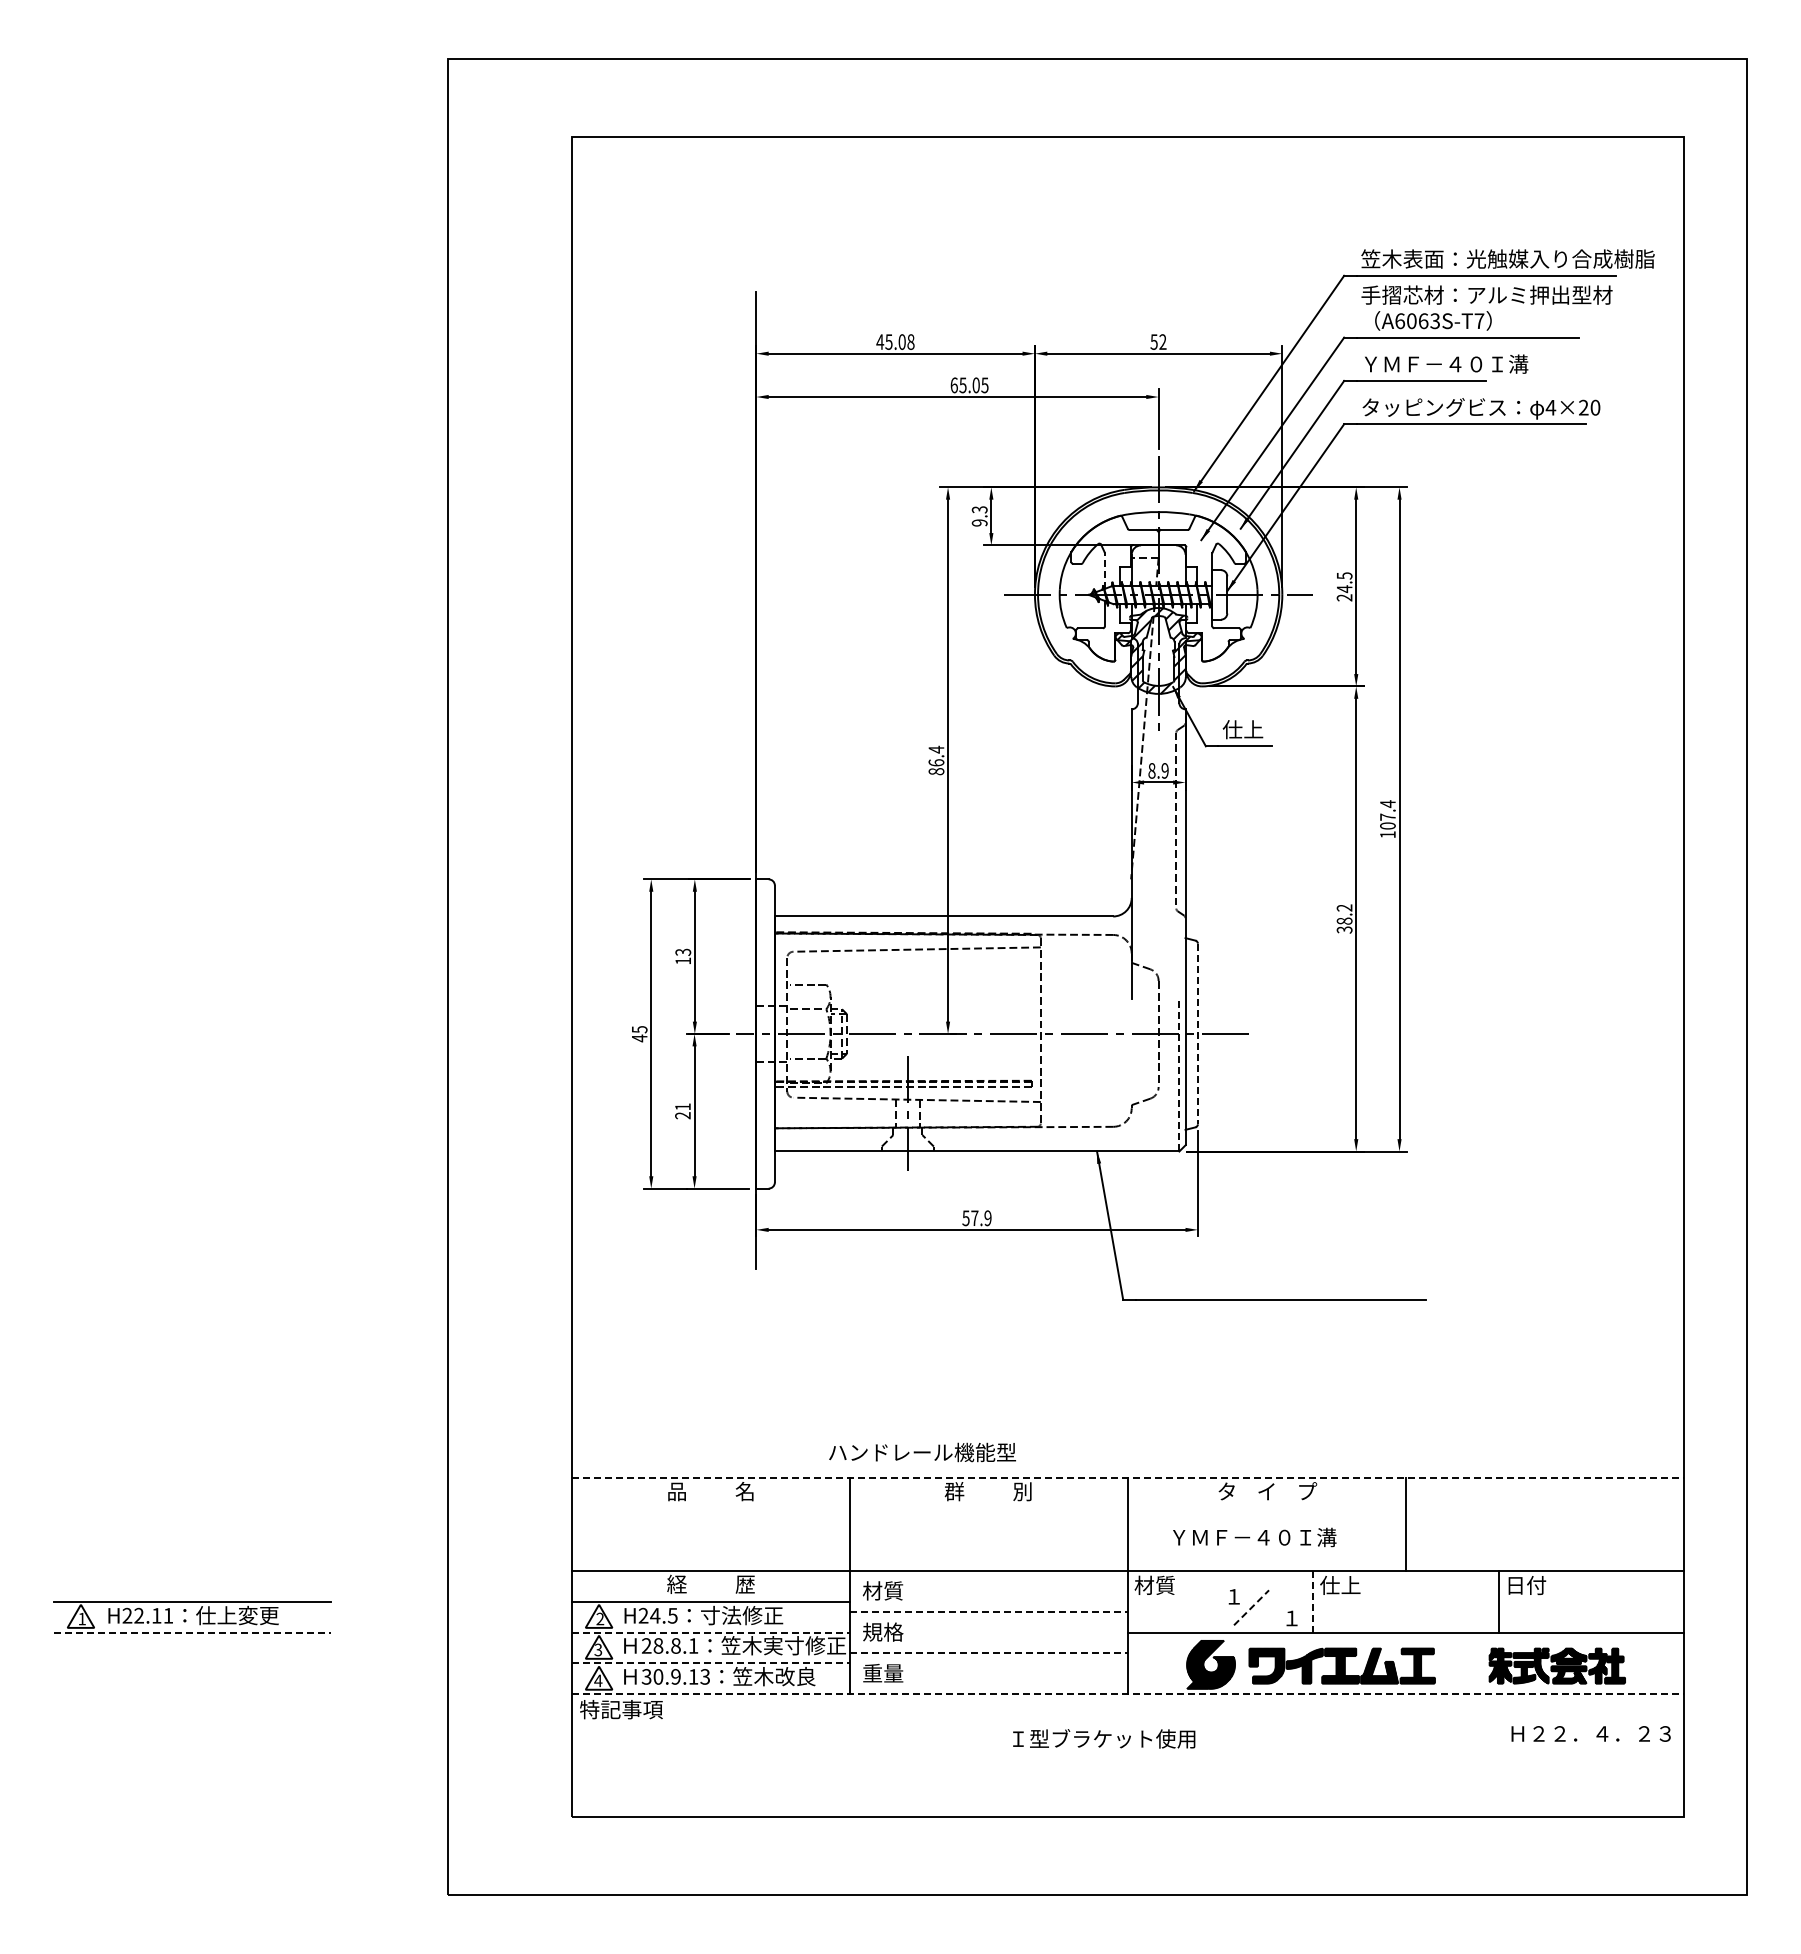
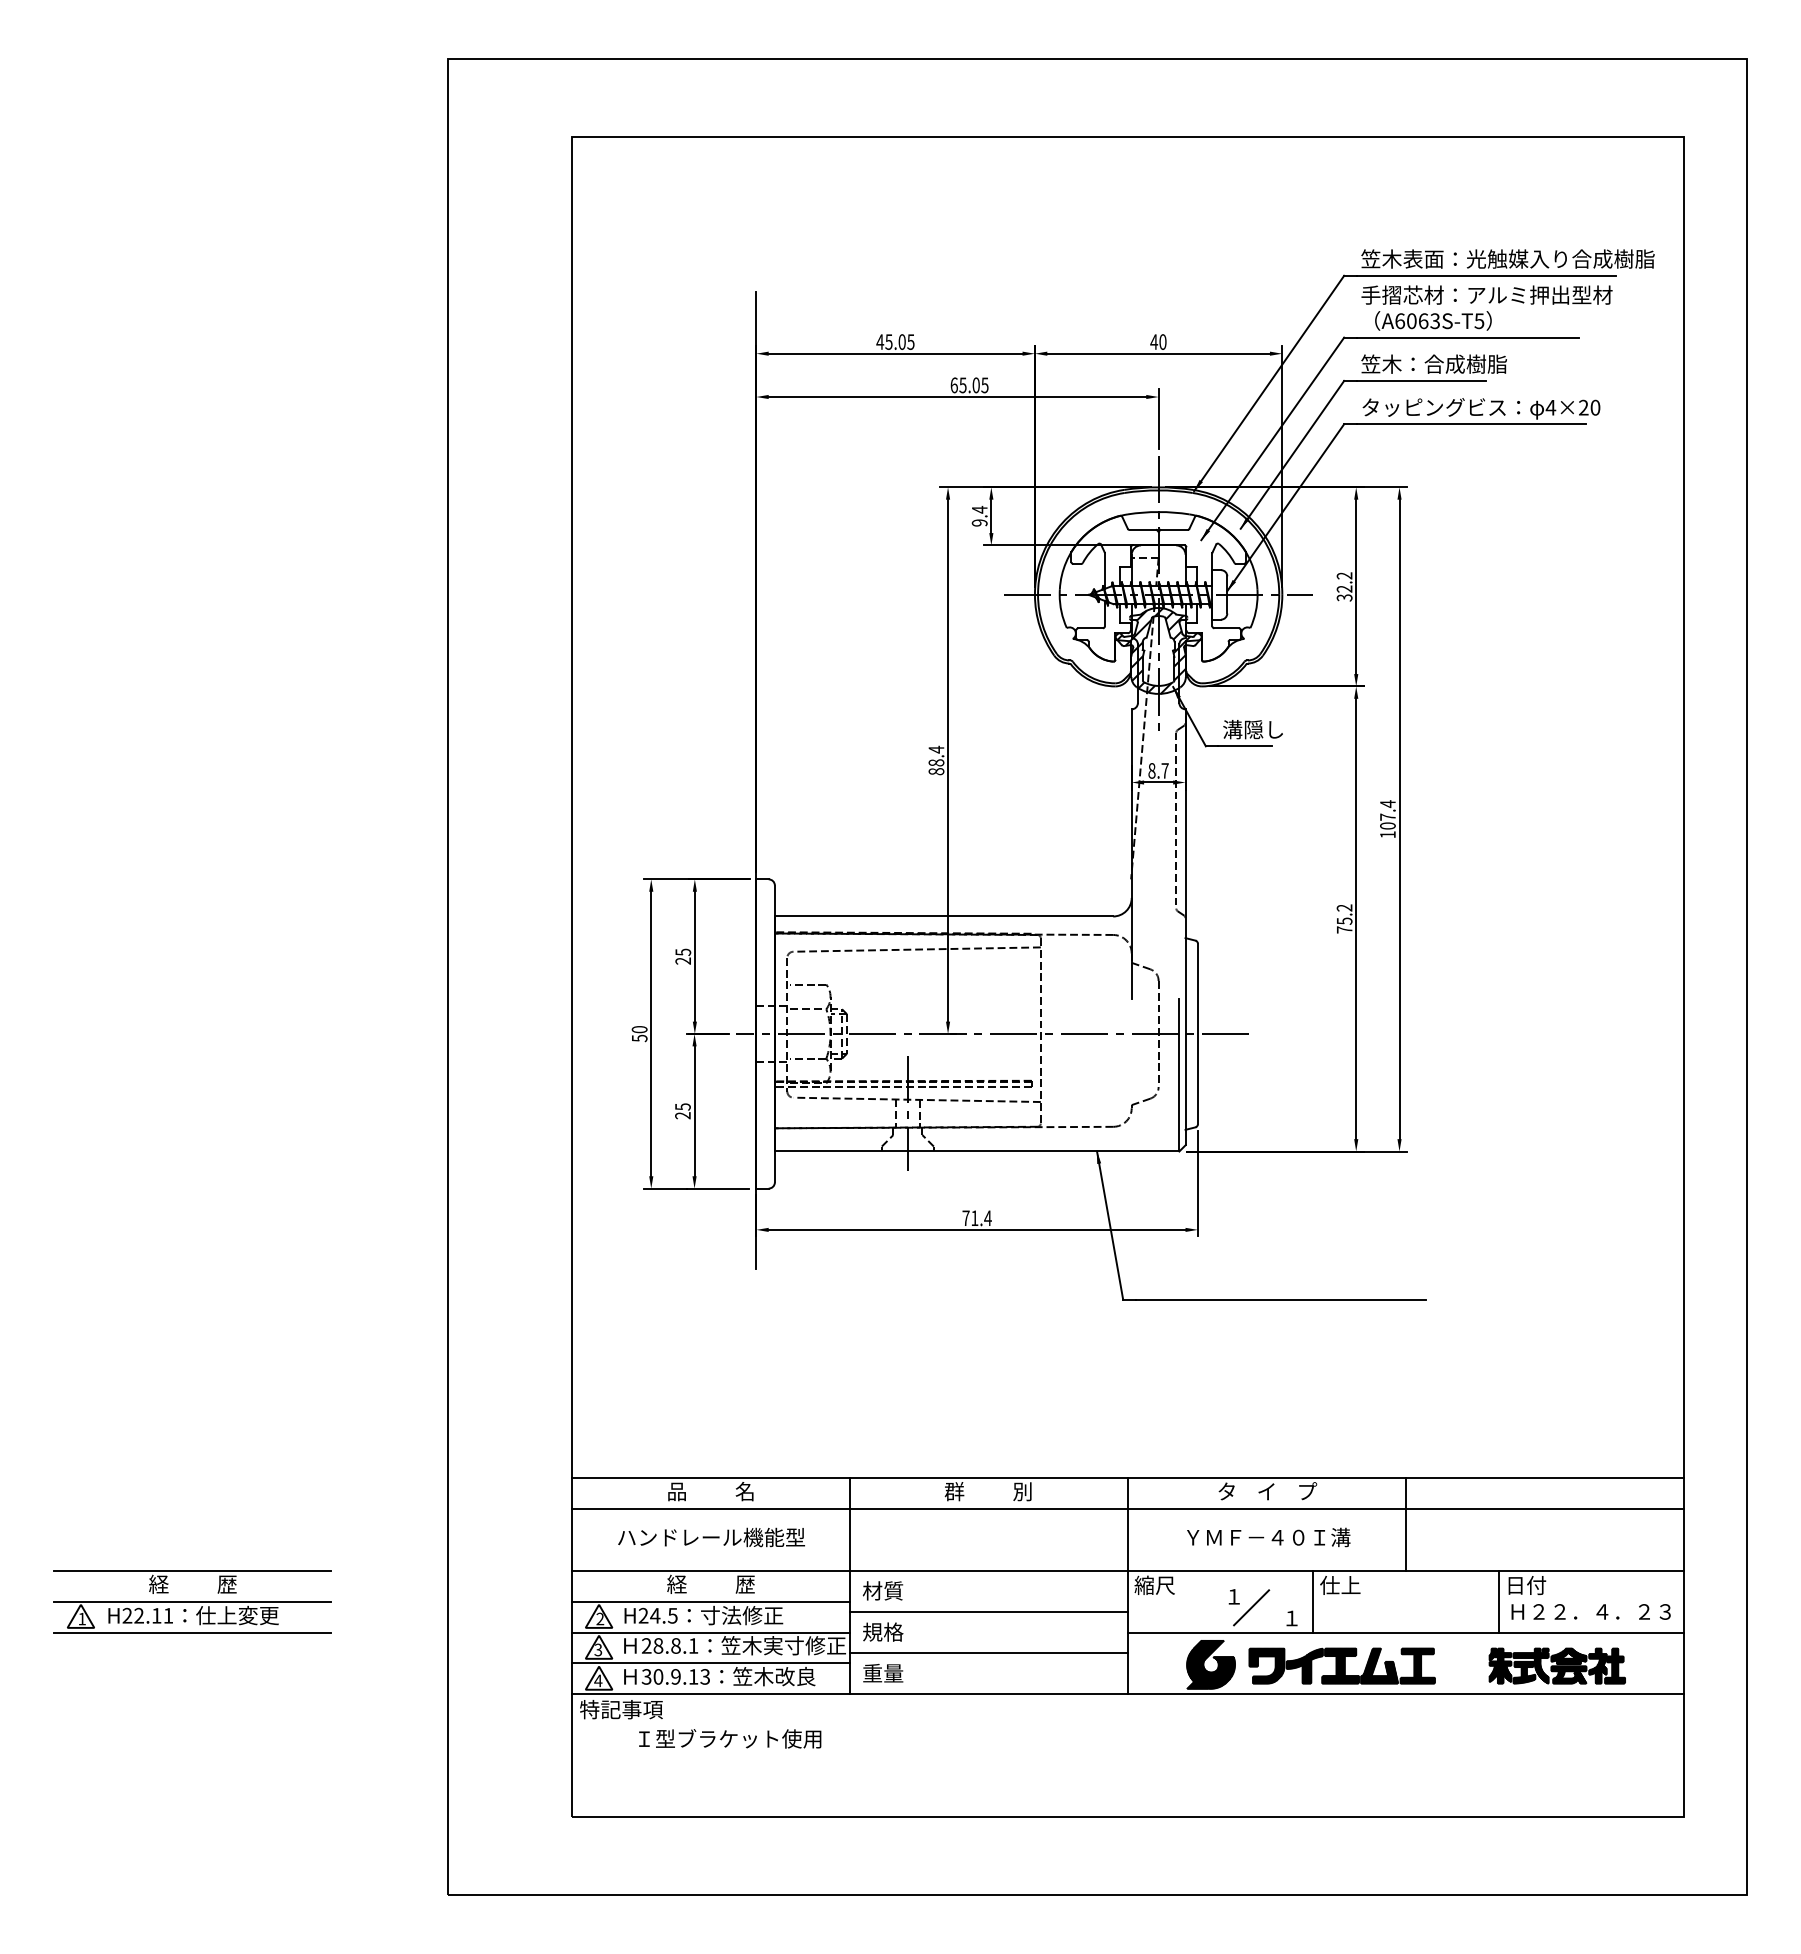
text at (1479, 321): A6063S-T7 -> A6063S-T5
text at (910, 341): 45.08 -> 45.05
text at (1158, 341): 52 -> 40
text at (1444, 363): ＹＭＦ－４０Ｉ溝 -> 笠木：合成樹脂
text at (979, 509): 9.3 -> 9.4
line at (1104, 570): dashed -> solid
text at (1344, 586): 24.5 -> 32.2
text at (1252, 729): 仕上 -> 溝隠し
text at (936, 762): 86.4 -> 88.4
text at (1164, 770): 8.9 -> 8.7
text at (1344, 925): 38.2 -> 75.2
text at (682, 956): 13 -> 25
text at (639, 1034): 45 -> 50
line at (1197, 1034): dashed -> solid
line at (1179, 1074): dashed -> solid
text at (682, 1106): 21 -> 25
text at (976, 1218): 57.9 -> 71.4
text at (922, 1452) position: (922, 1452) -> (711, 1537)
line at (1127, 1477): dashed -> solid
line at (1127, 1508): none -> present
text at (1254, 1537) position: (1254, 1537) -> (1268, 1537)
part at (192, 1571): none -> present
text at (1154, 1584): 材質 -> 縮尺
line at (1313, 1601): dashed -> solid
line at (1251, 1607): dashed -> solid
line at (989, 1611): dashed -> solid
line at (192, 1632): dashed -> solid
line at (710, 1632): dashed -> solid
line at (989, 1653): dashed -> solid
line at (710, 1663): dashed -> solid
line at (1127, 1694): dashed -> solid
text at (1590, 1733) position: (1590, 1733) -> (1590, 1611)
text at (1104, 1738) position: (1104, 1738) -> (730, 1738)
